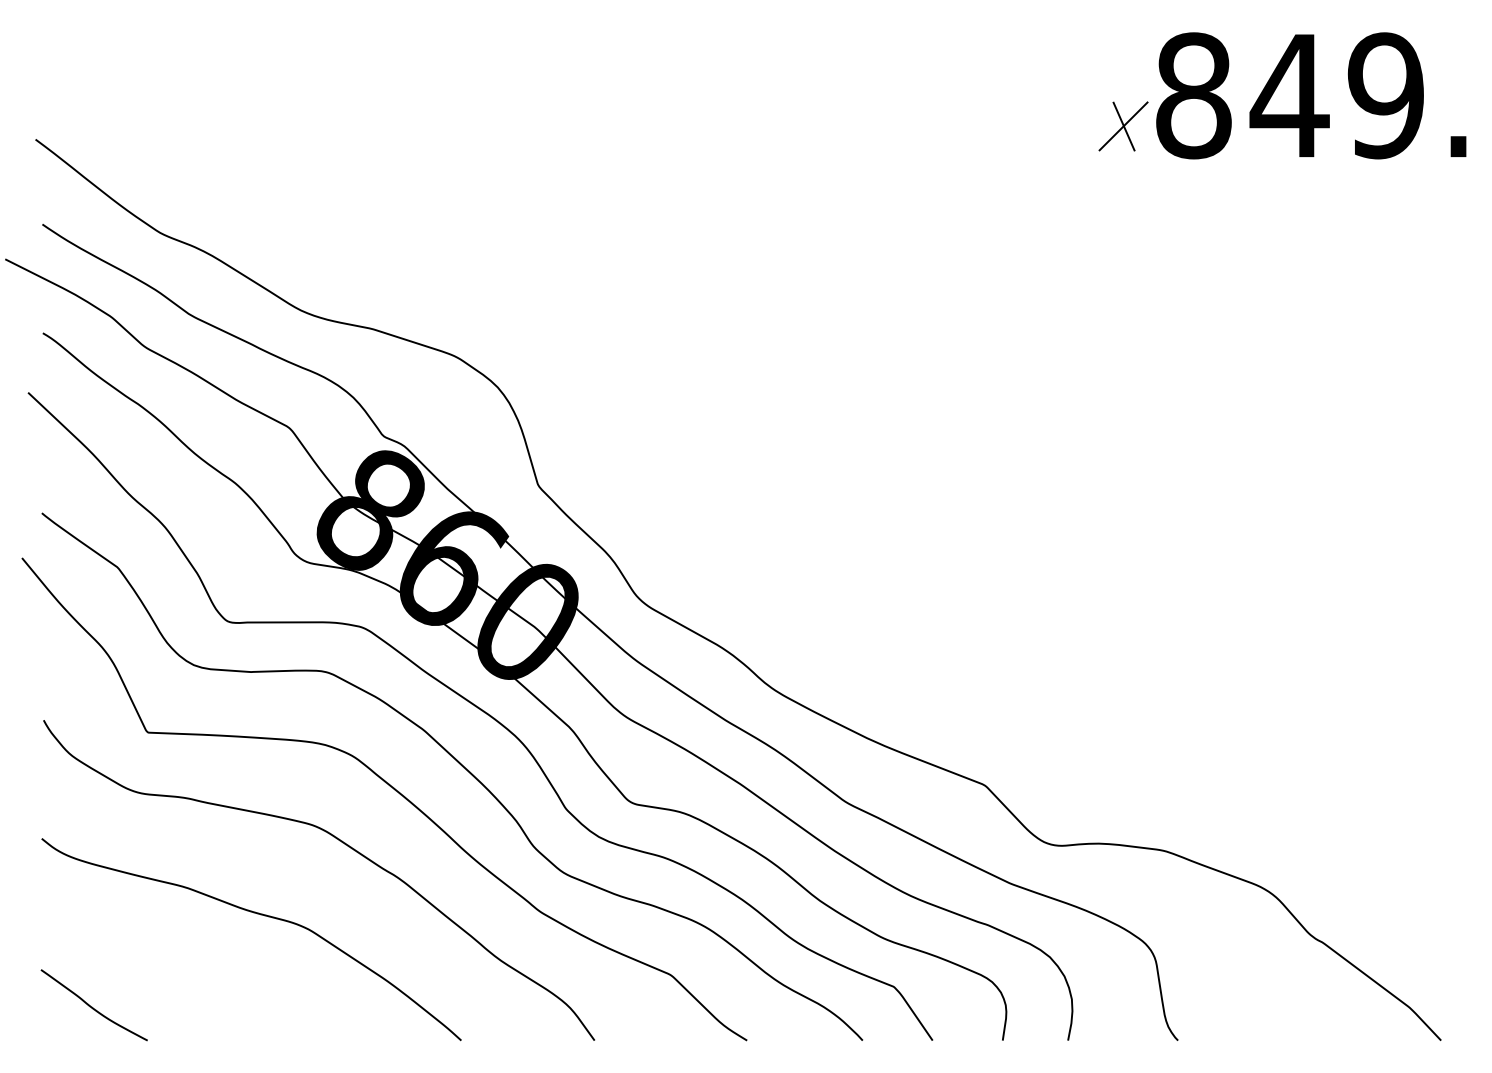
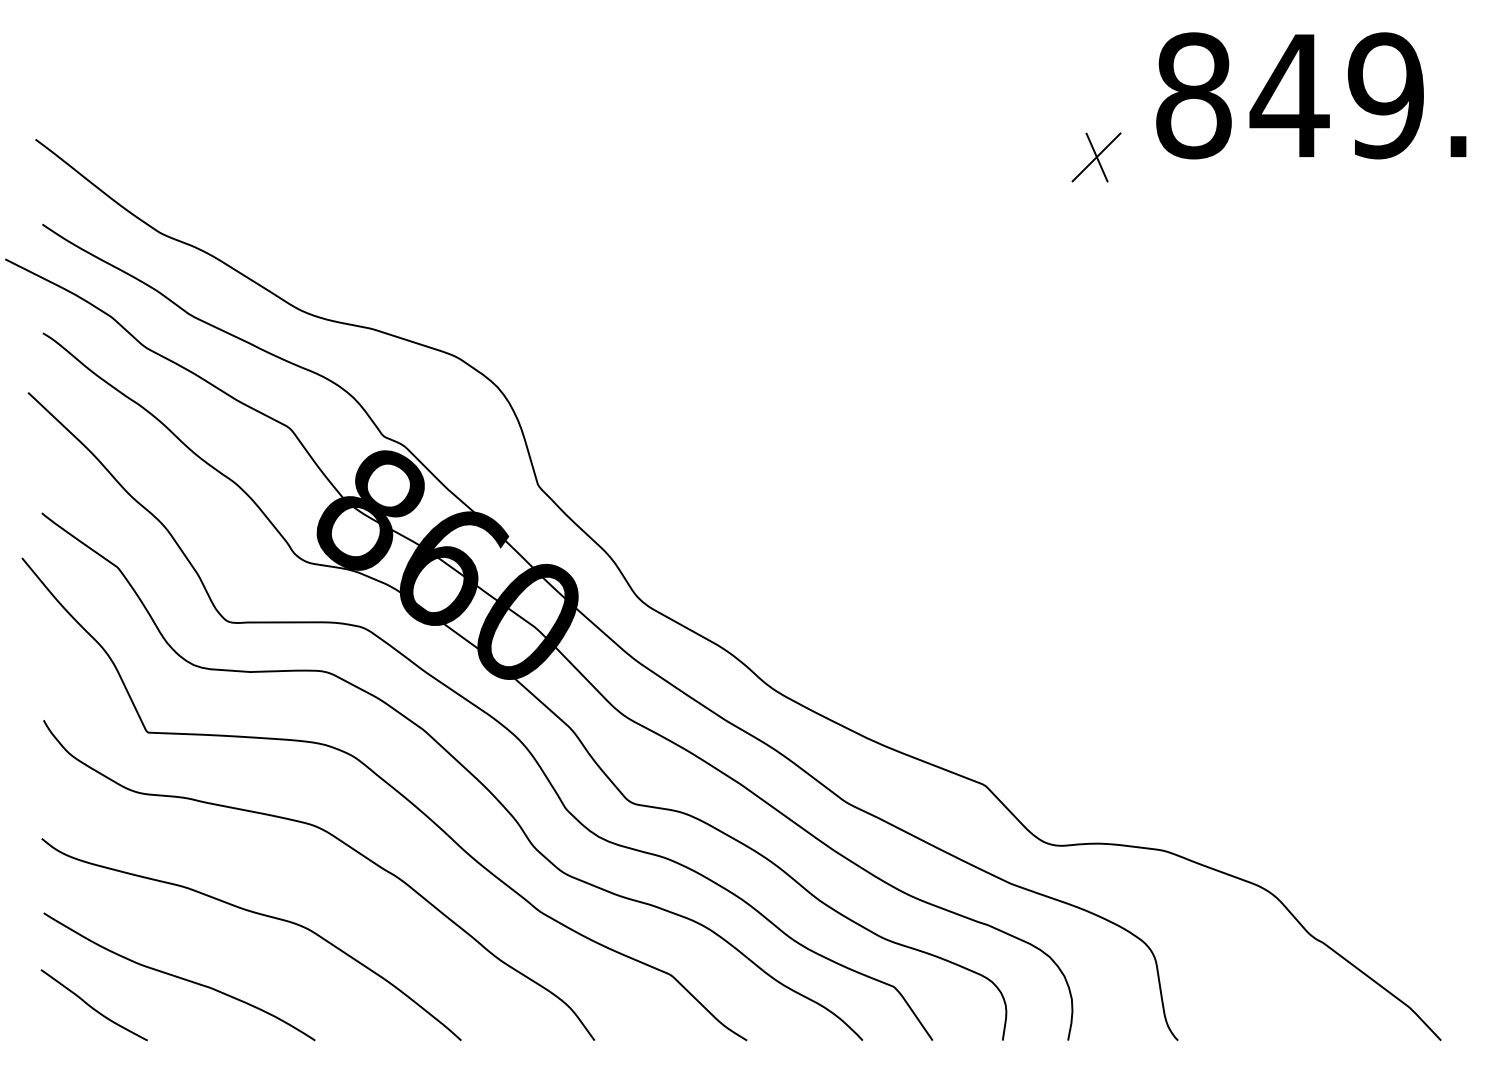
part at (1123, 126) position: (1123, 126) -> (1096, 157)
curve at (179, 976): none -> present
